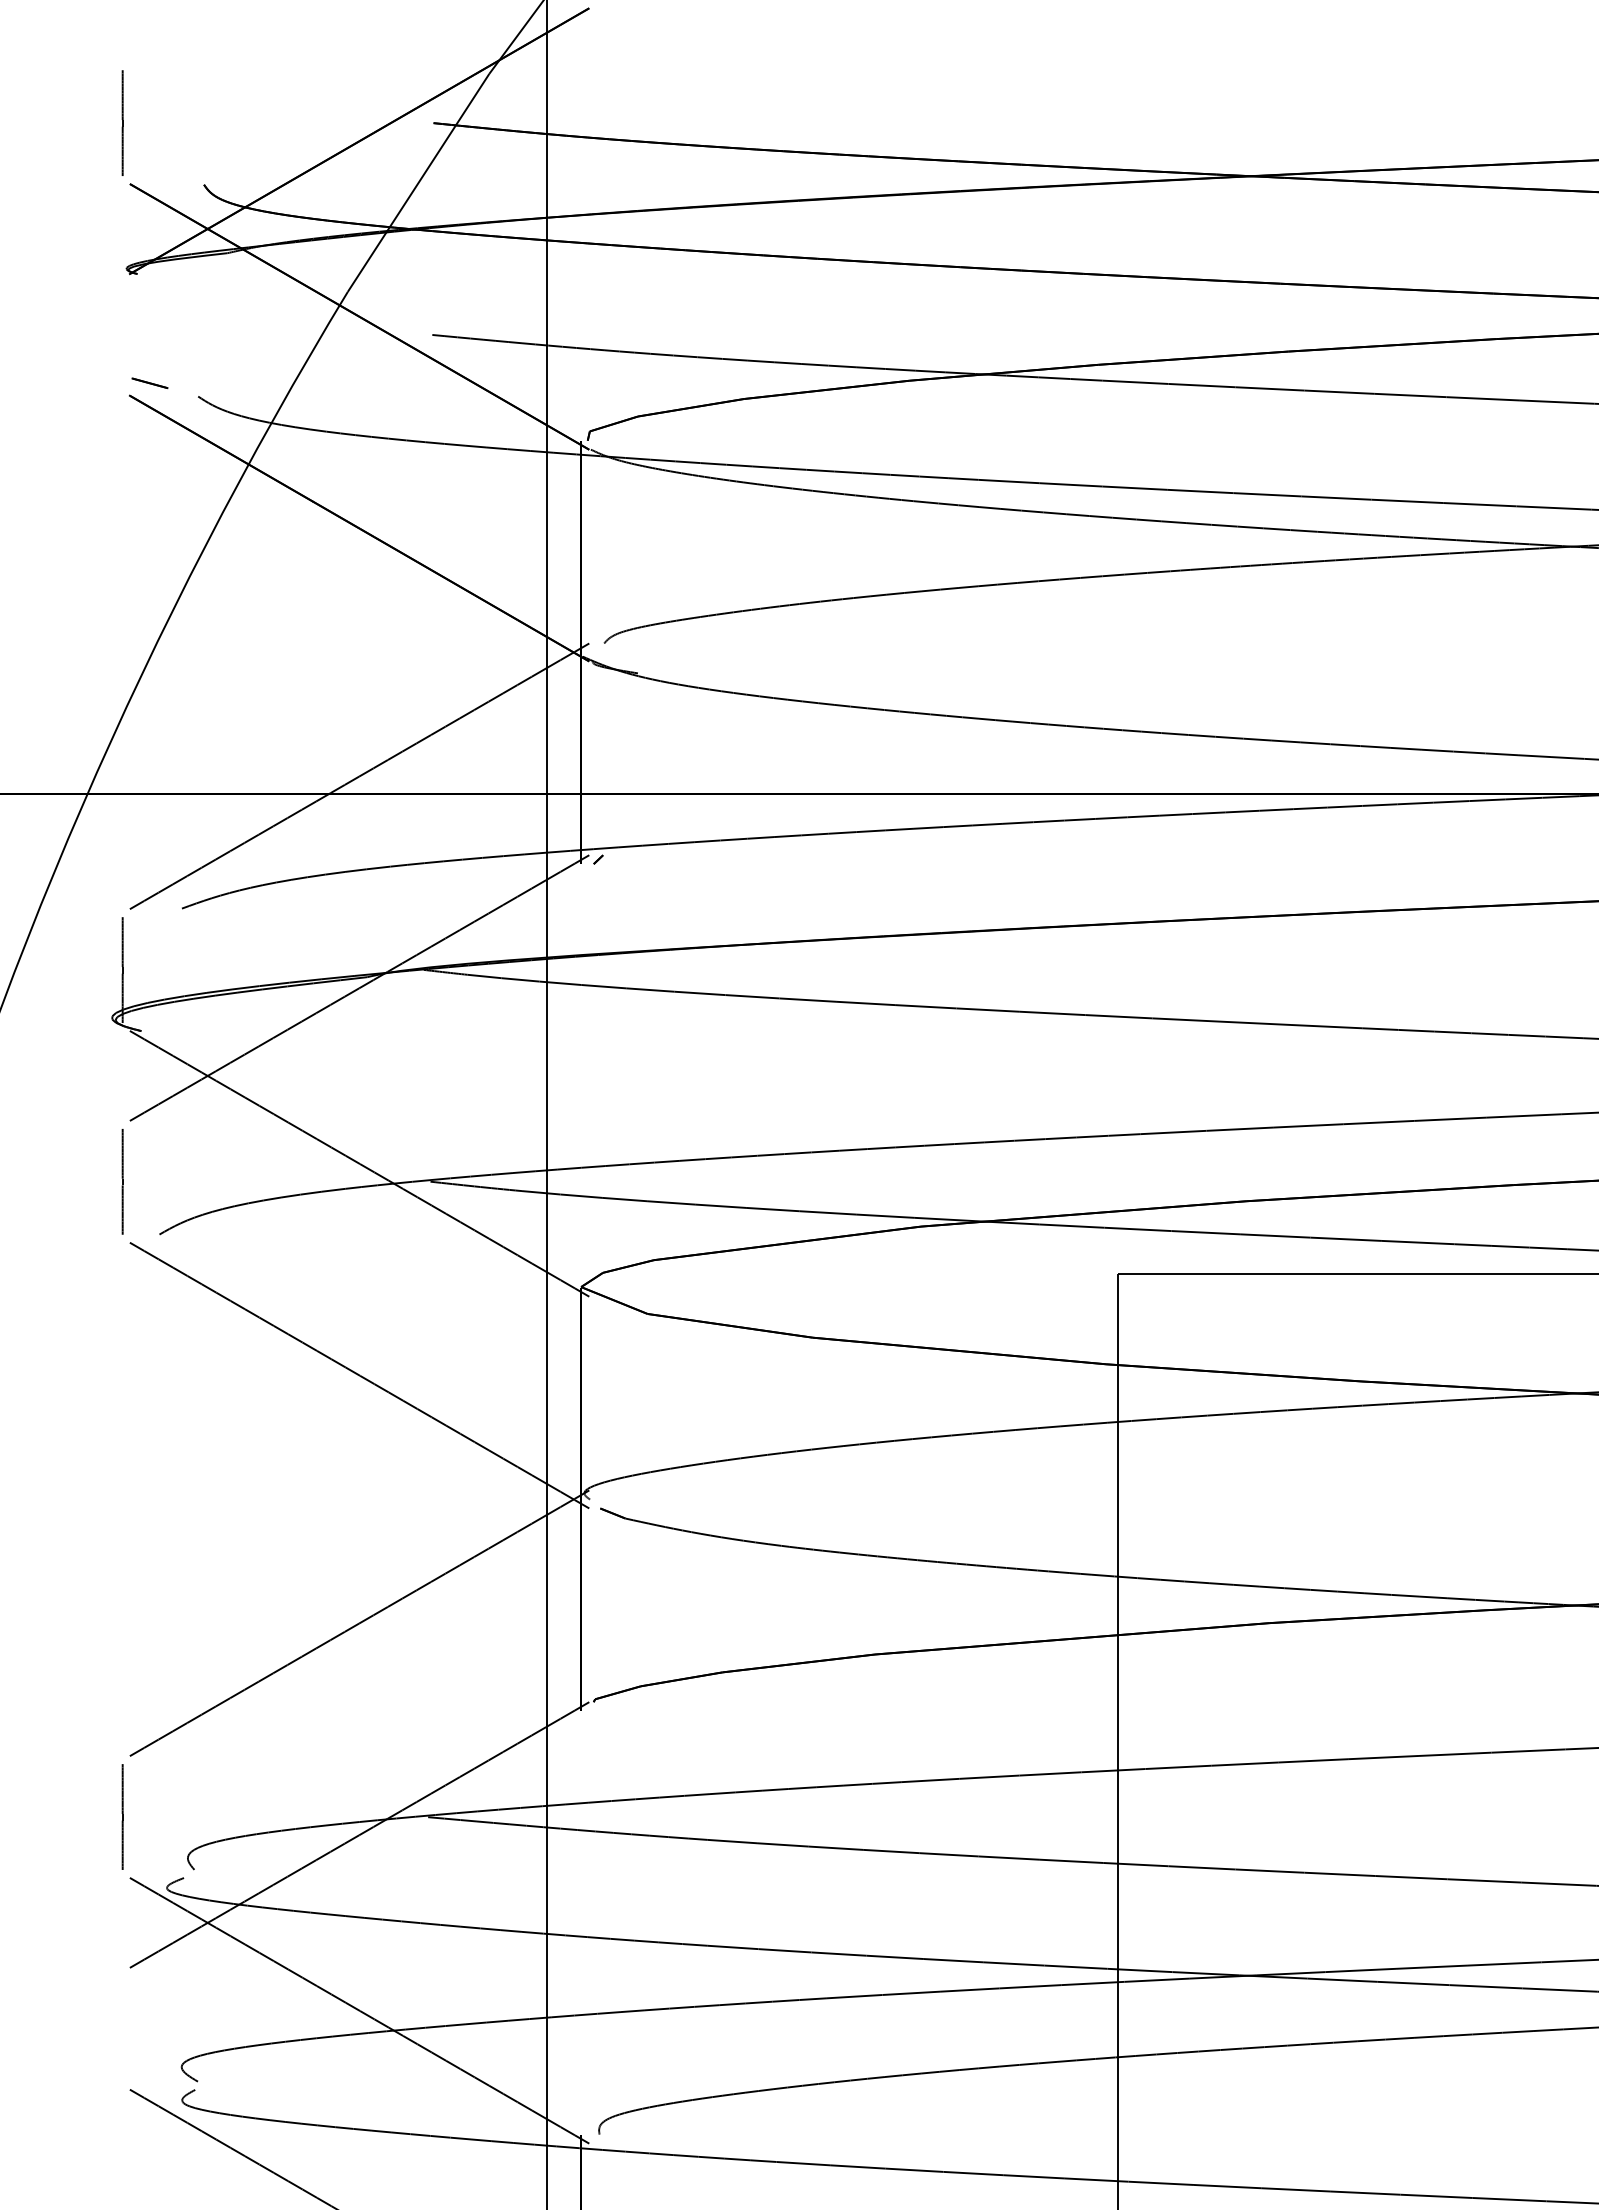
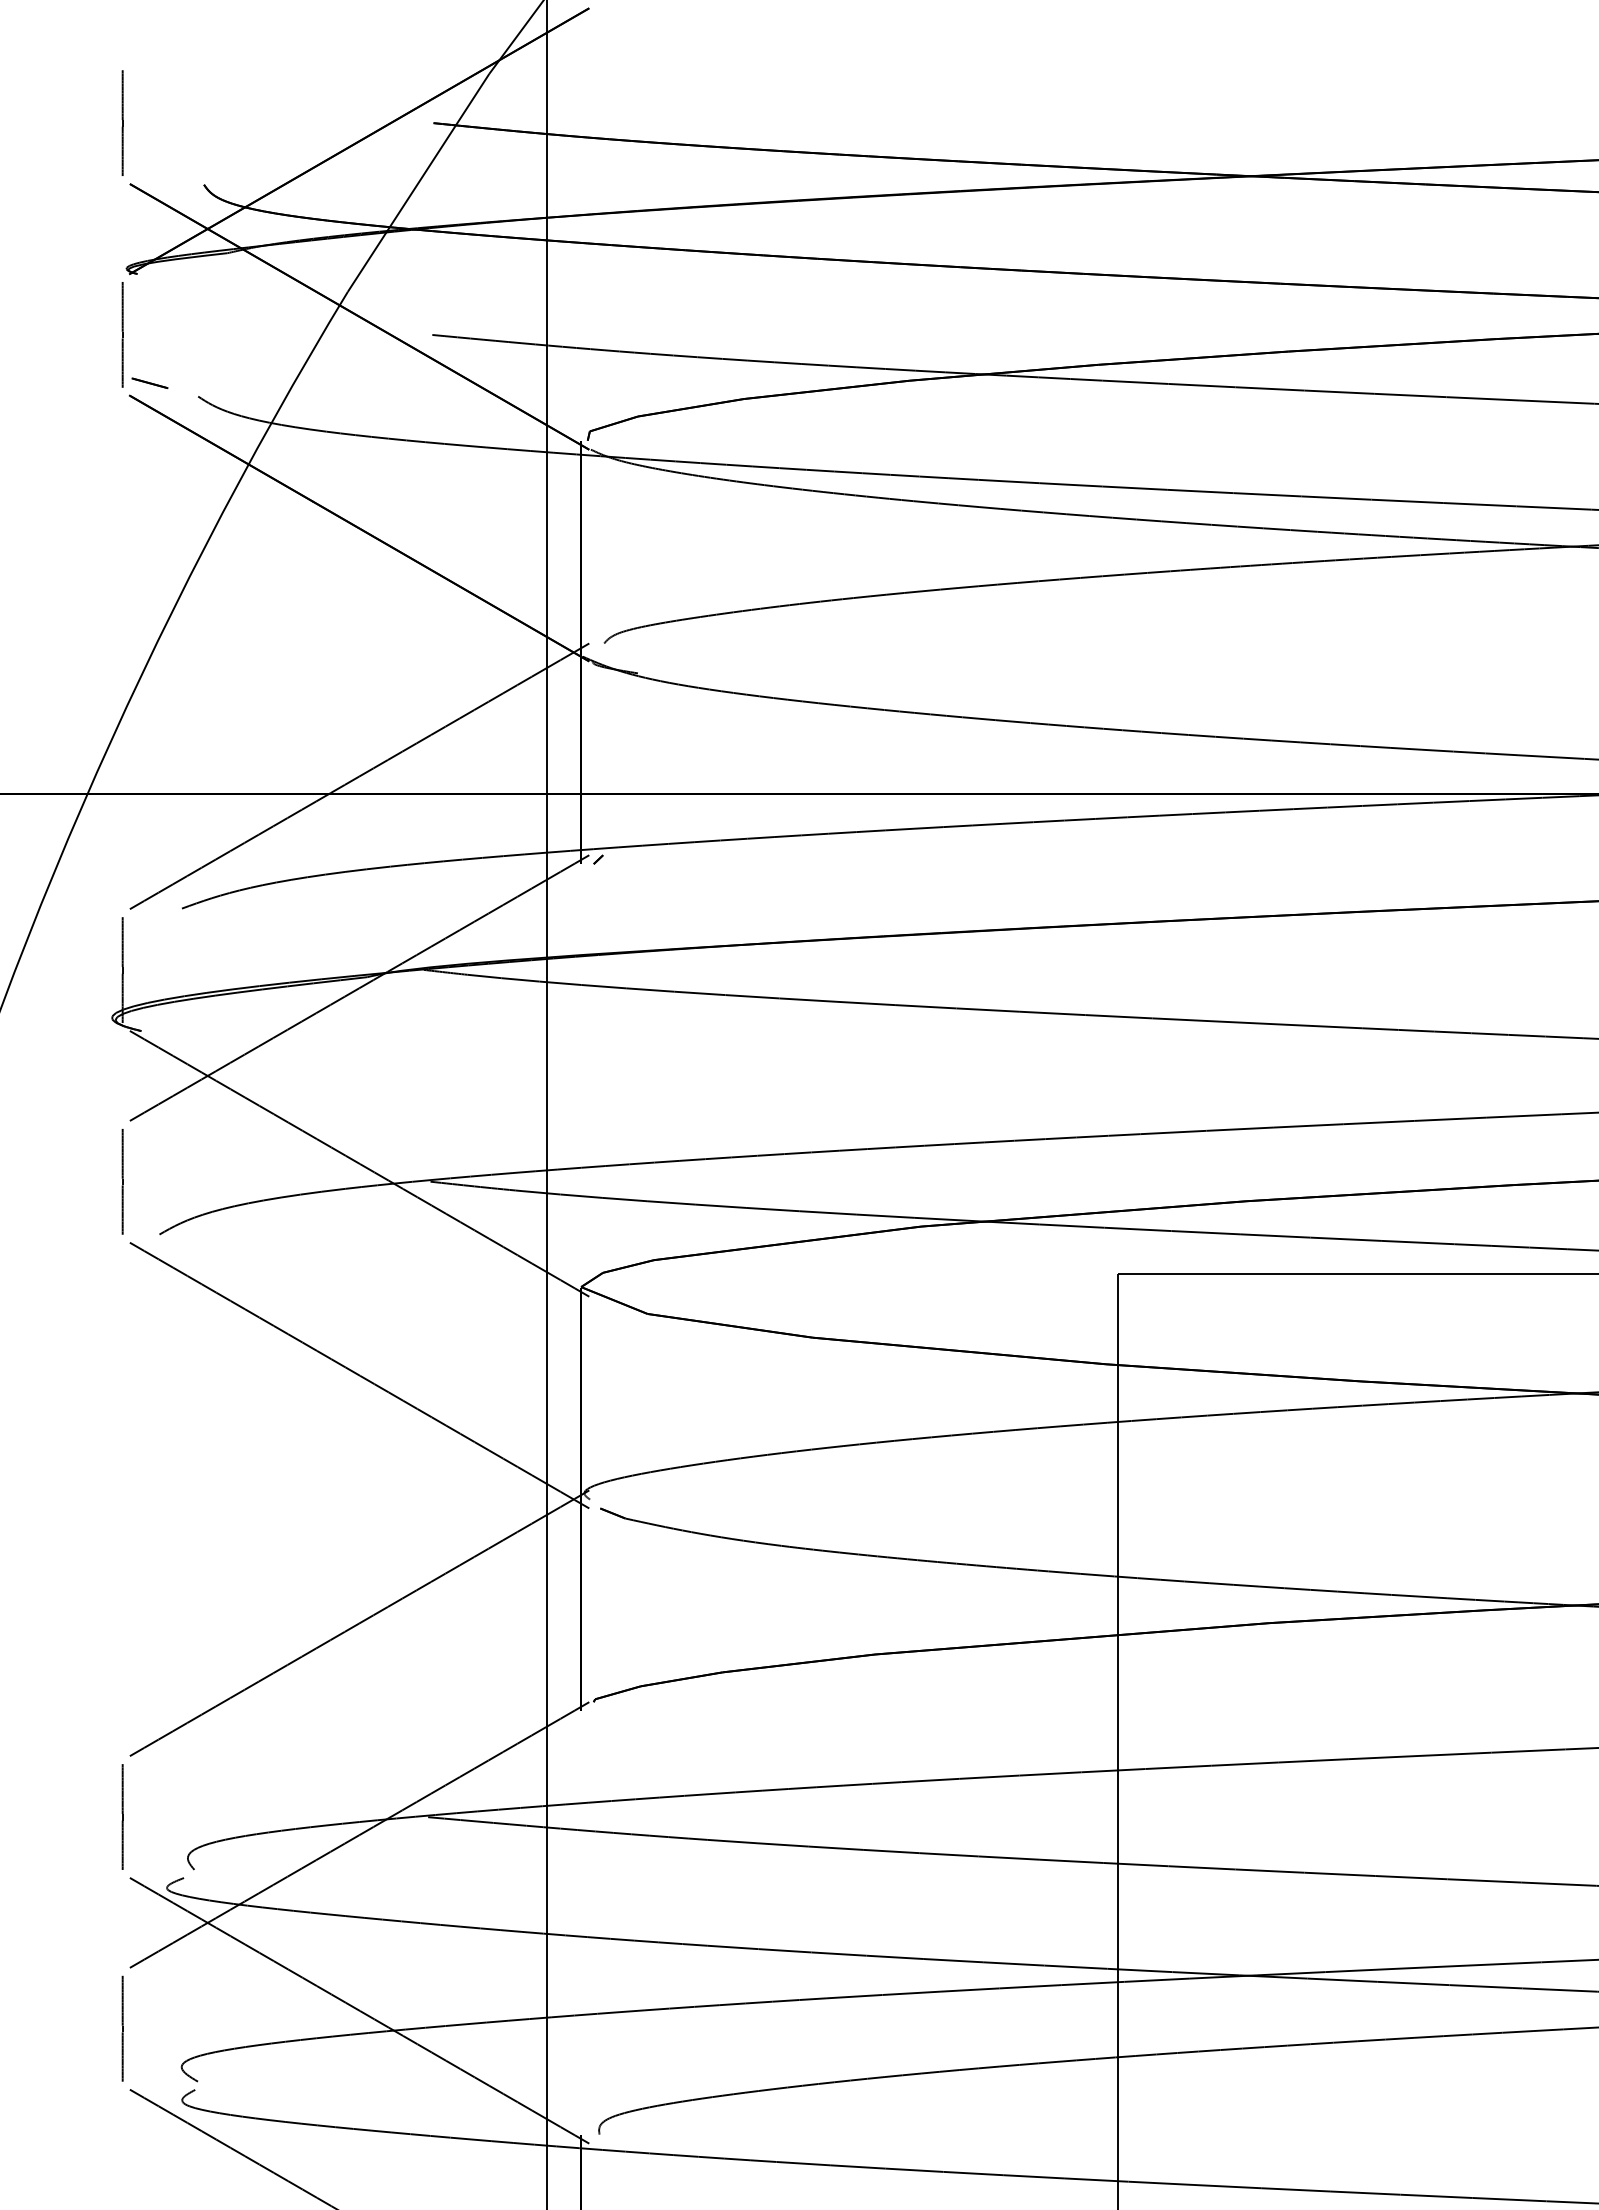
line at (122, 334): none -> present
line at (122, 2028): none -> present
